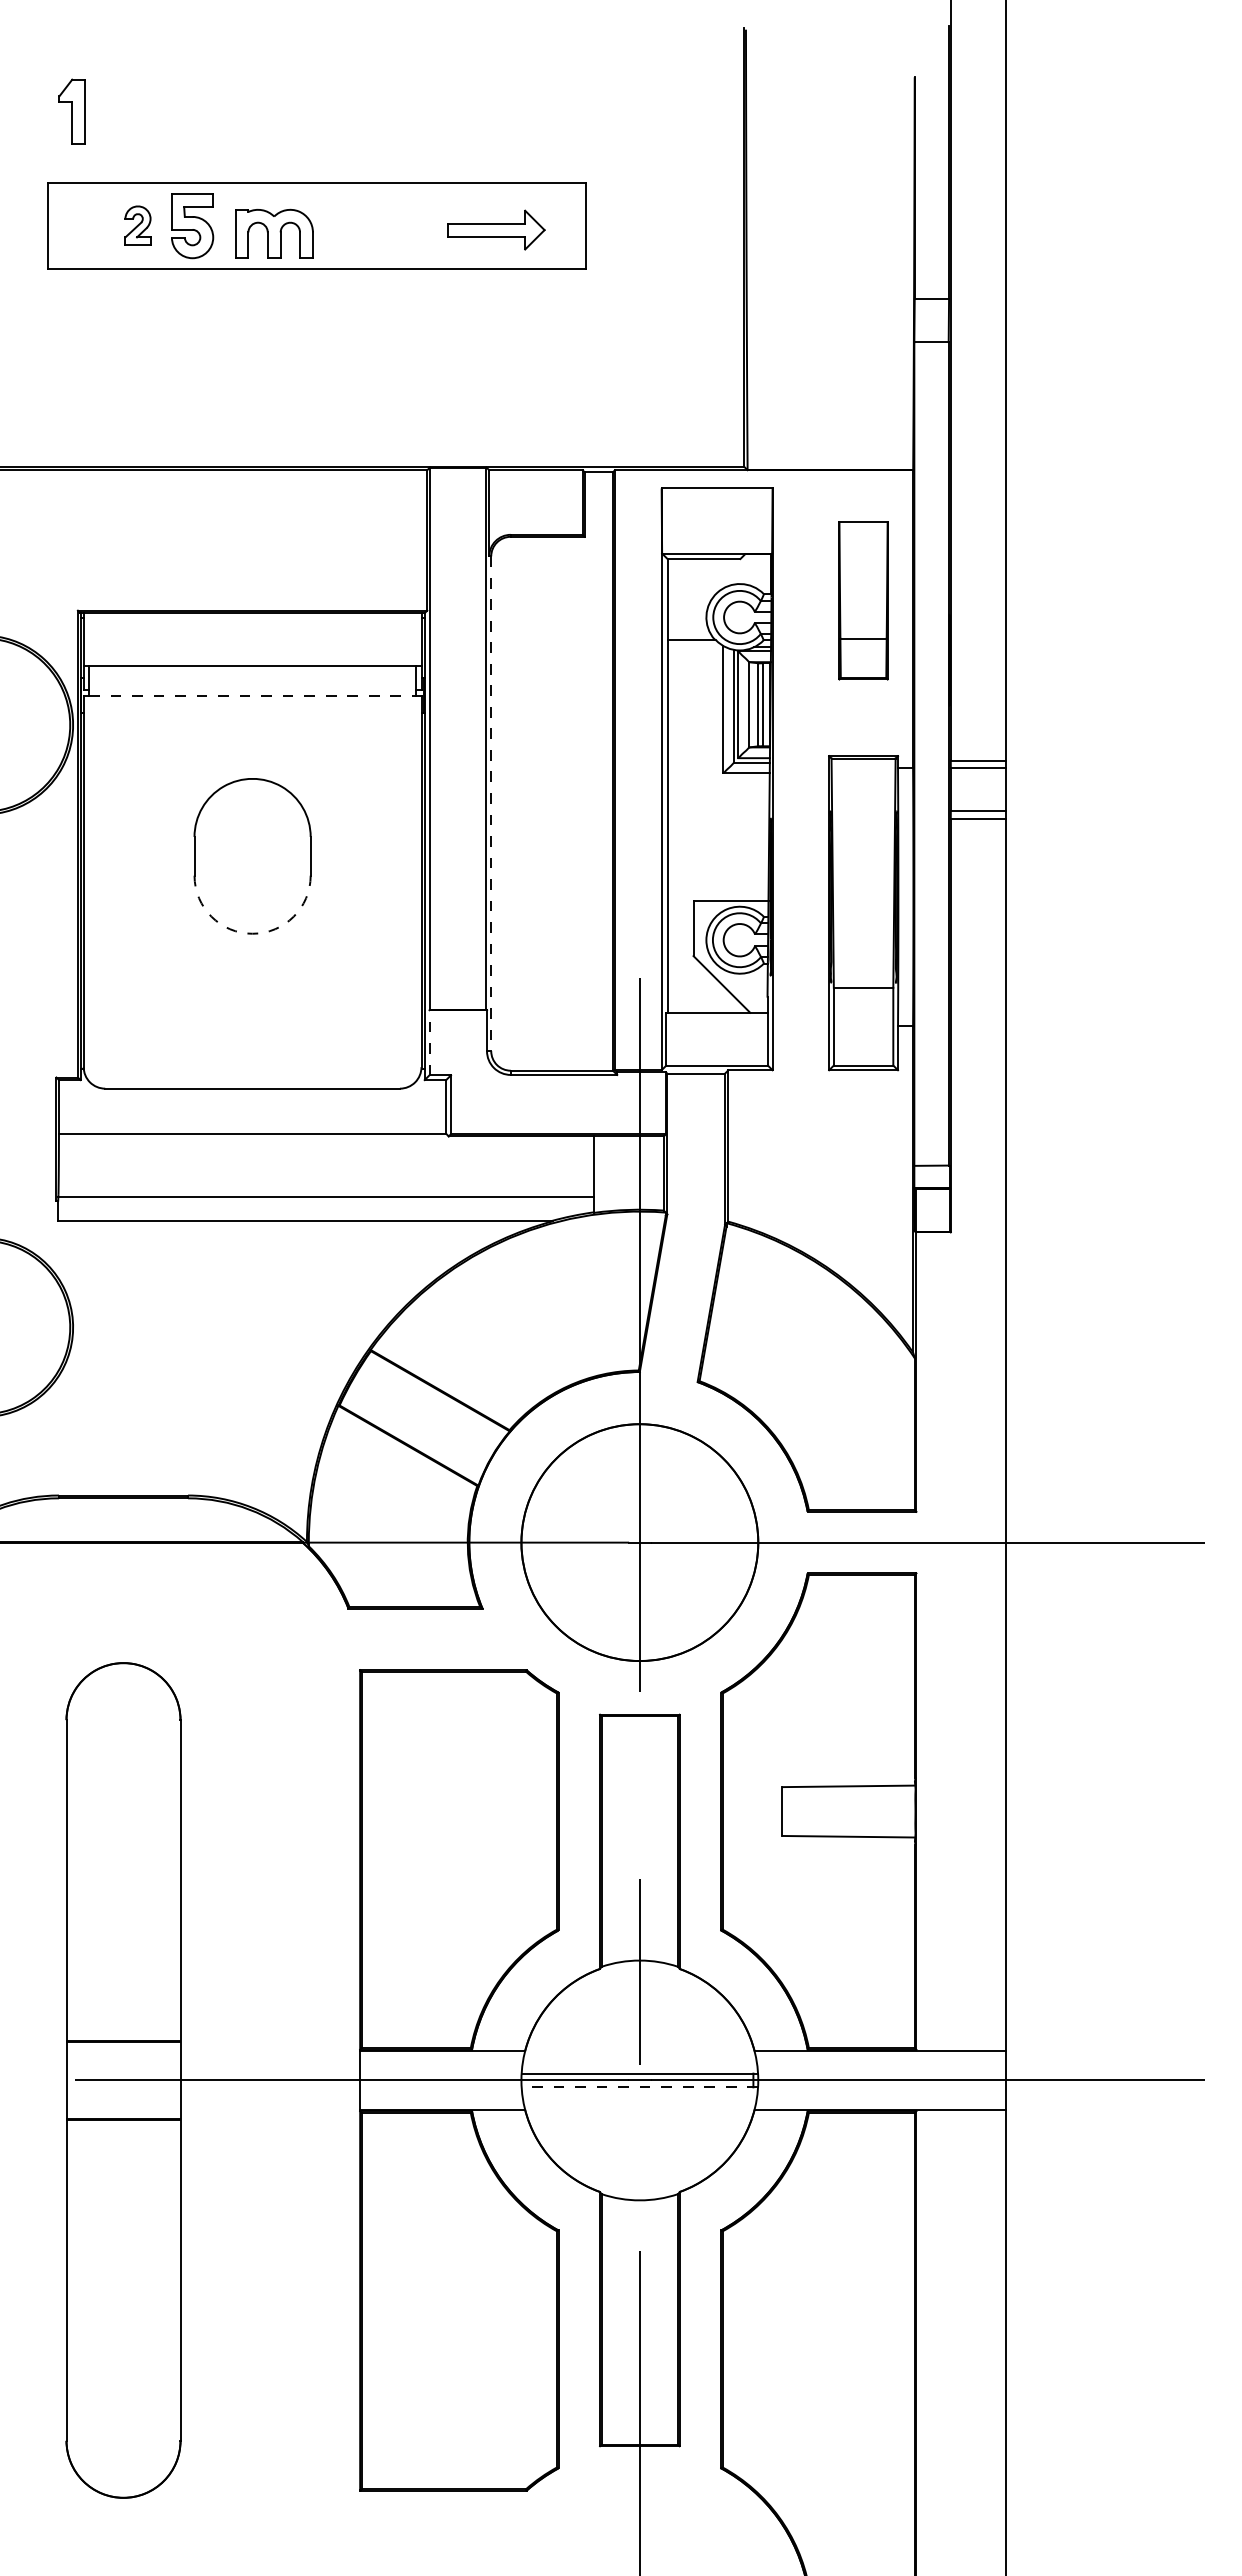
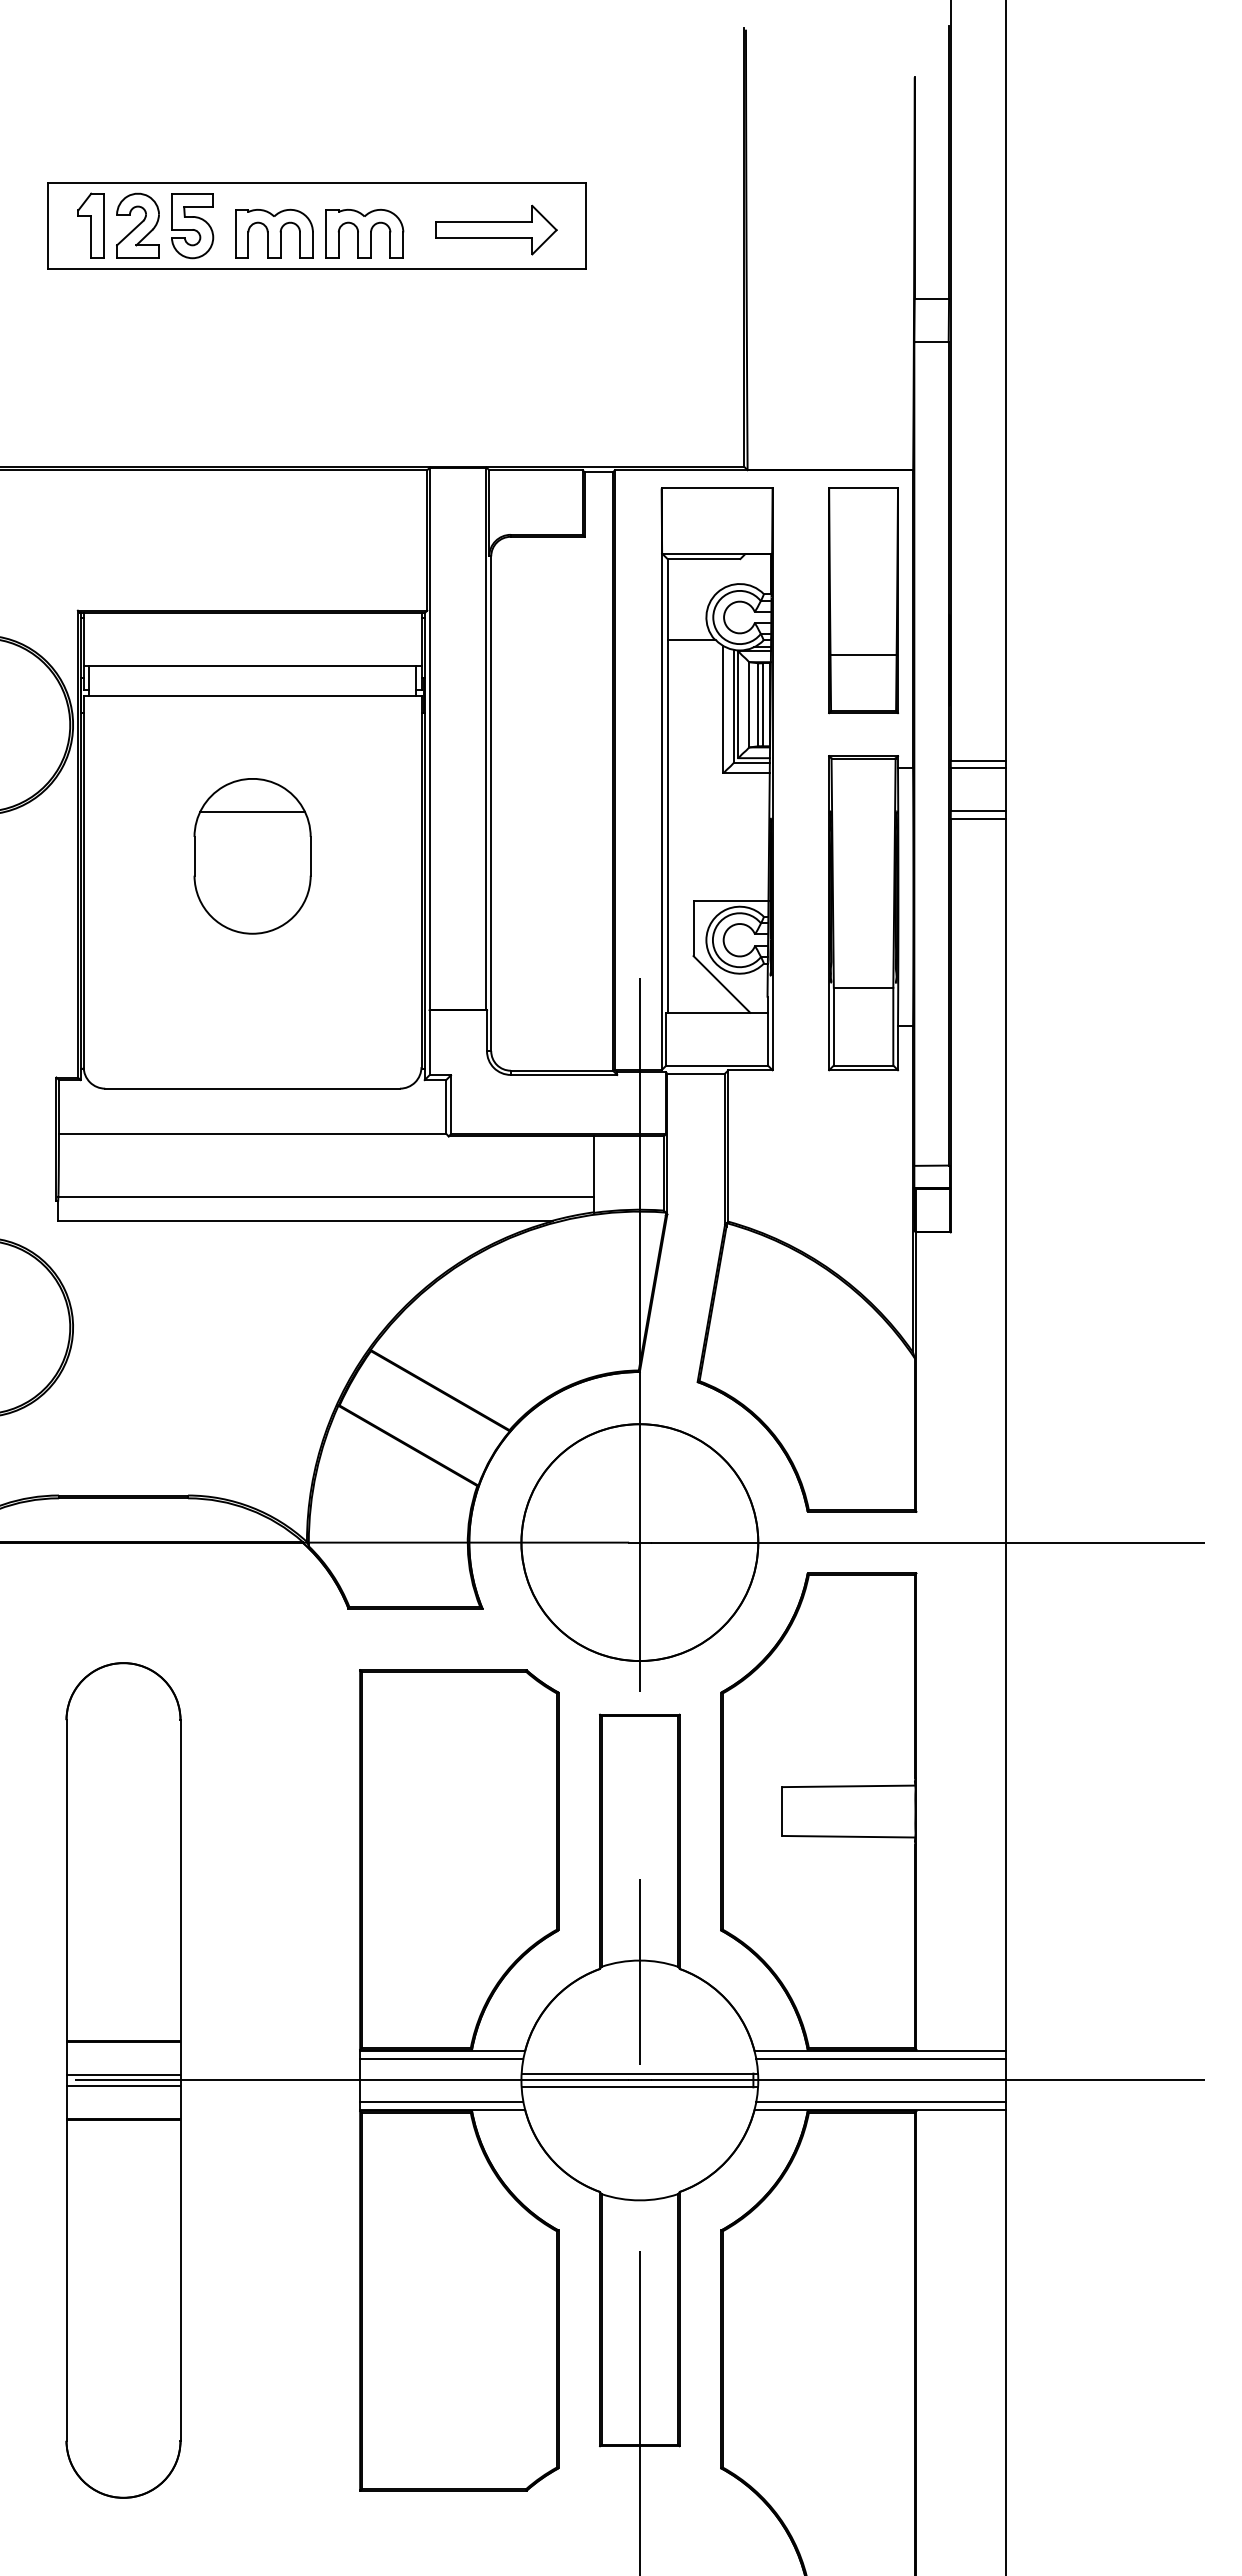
part at (71, 111) position: (71, 111) -> (90, 225)
part at (137, 225) size: 28x41 px -> 44x67 px
part at (496, 229) size: 99x42 px -> 123x52 px
part at (364, 233): none -> present
part at (863, 600) size: 51x160 px -> 71x228 px
line at (252, 696): dashed -> solid
line at (491, 804): dashed -> solid
line at (252, 811): none -> present
arc at (252, 933): dashed -> solid
line at (429, 1042): dashed -> solid
line at (441, 2058): none -> present
line at (880, 2058): none -> present
line at (123, 2074): none -> present
line at (123, 2086): none -> present
line at (639, 2087): dashed -> solid
line at (441, 2101): none -> present
line at (880, 2101): none -> present
